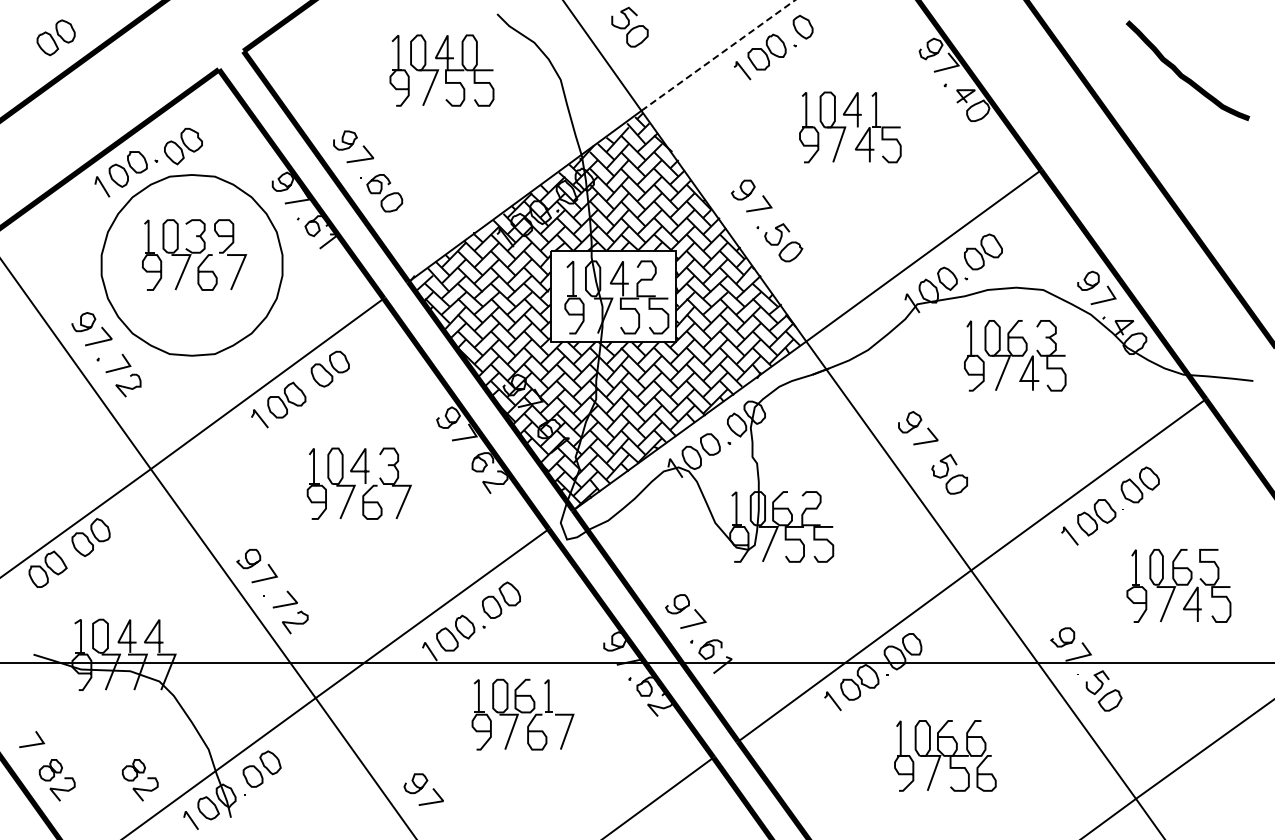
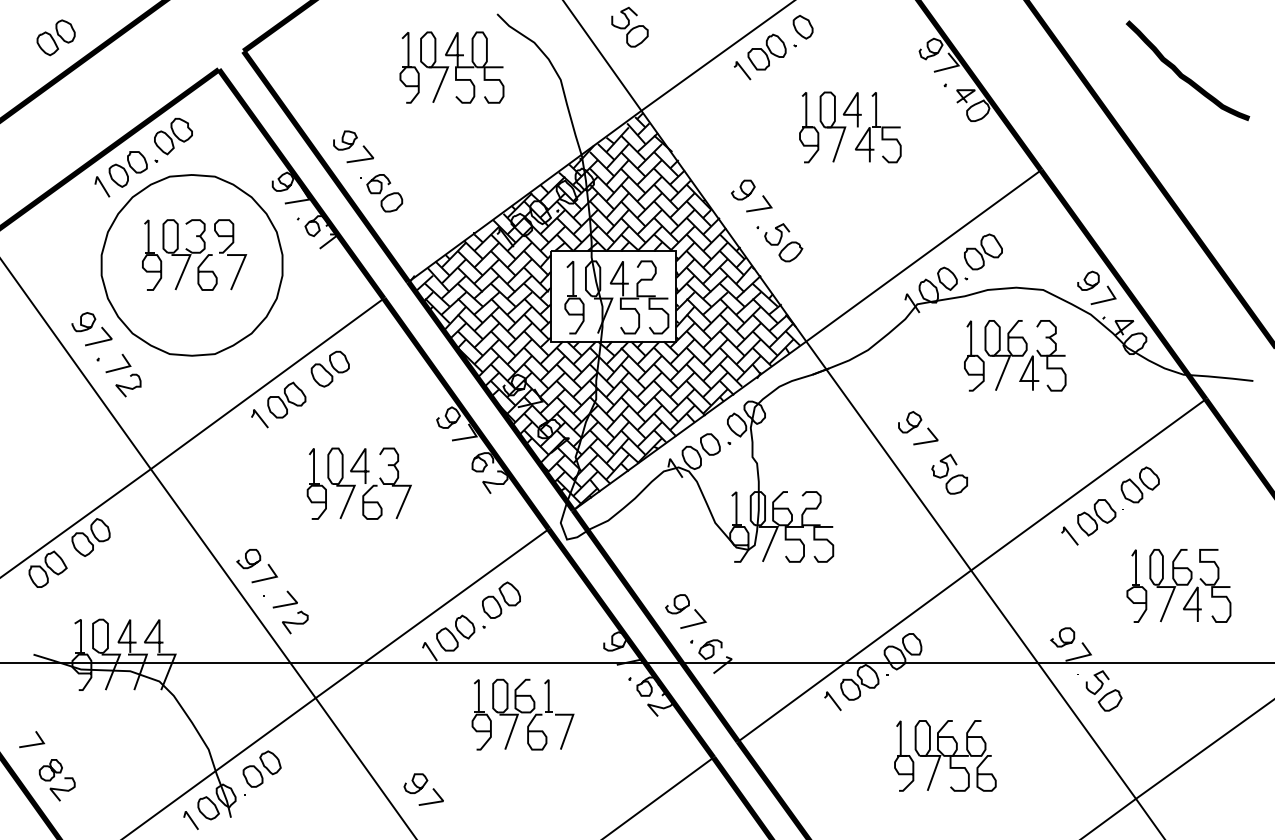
line at (718, 55): dashed -> solid
part at (441, 70) position: (441, 70) -> (451, 67)
part at (183, 146) position: (183, 146) -> (173, 136)
part at (140, 780): present -> none
